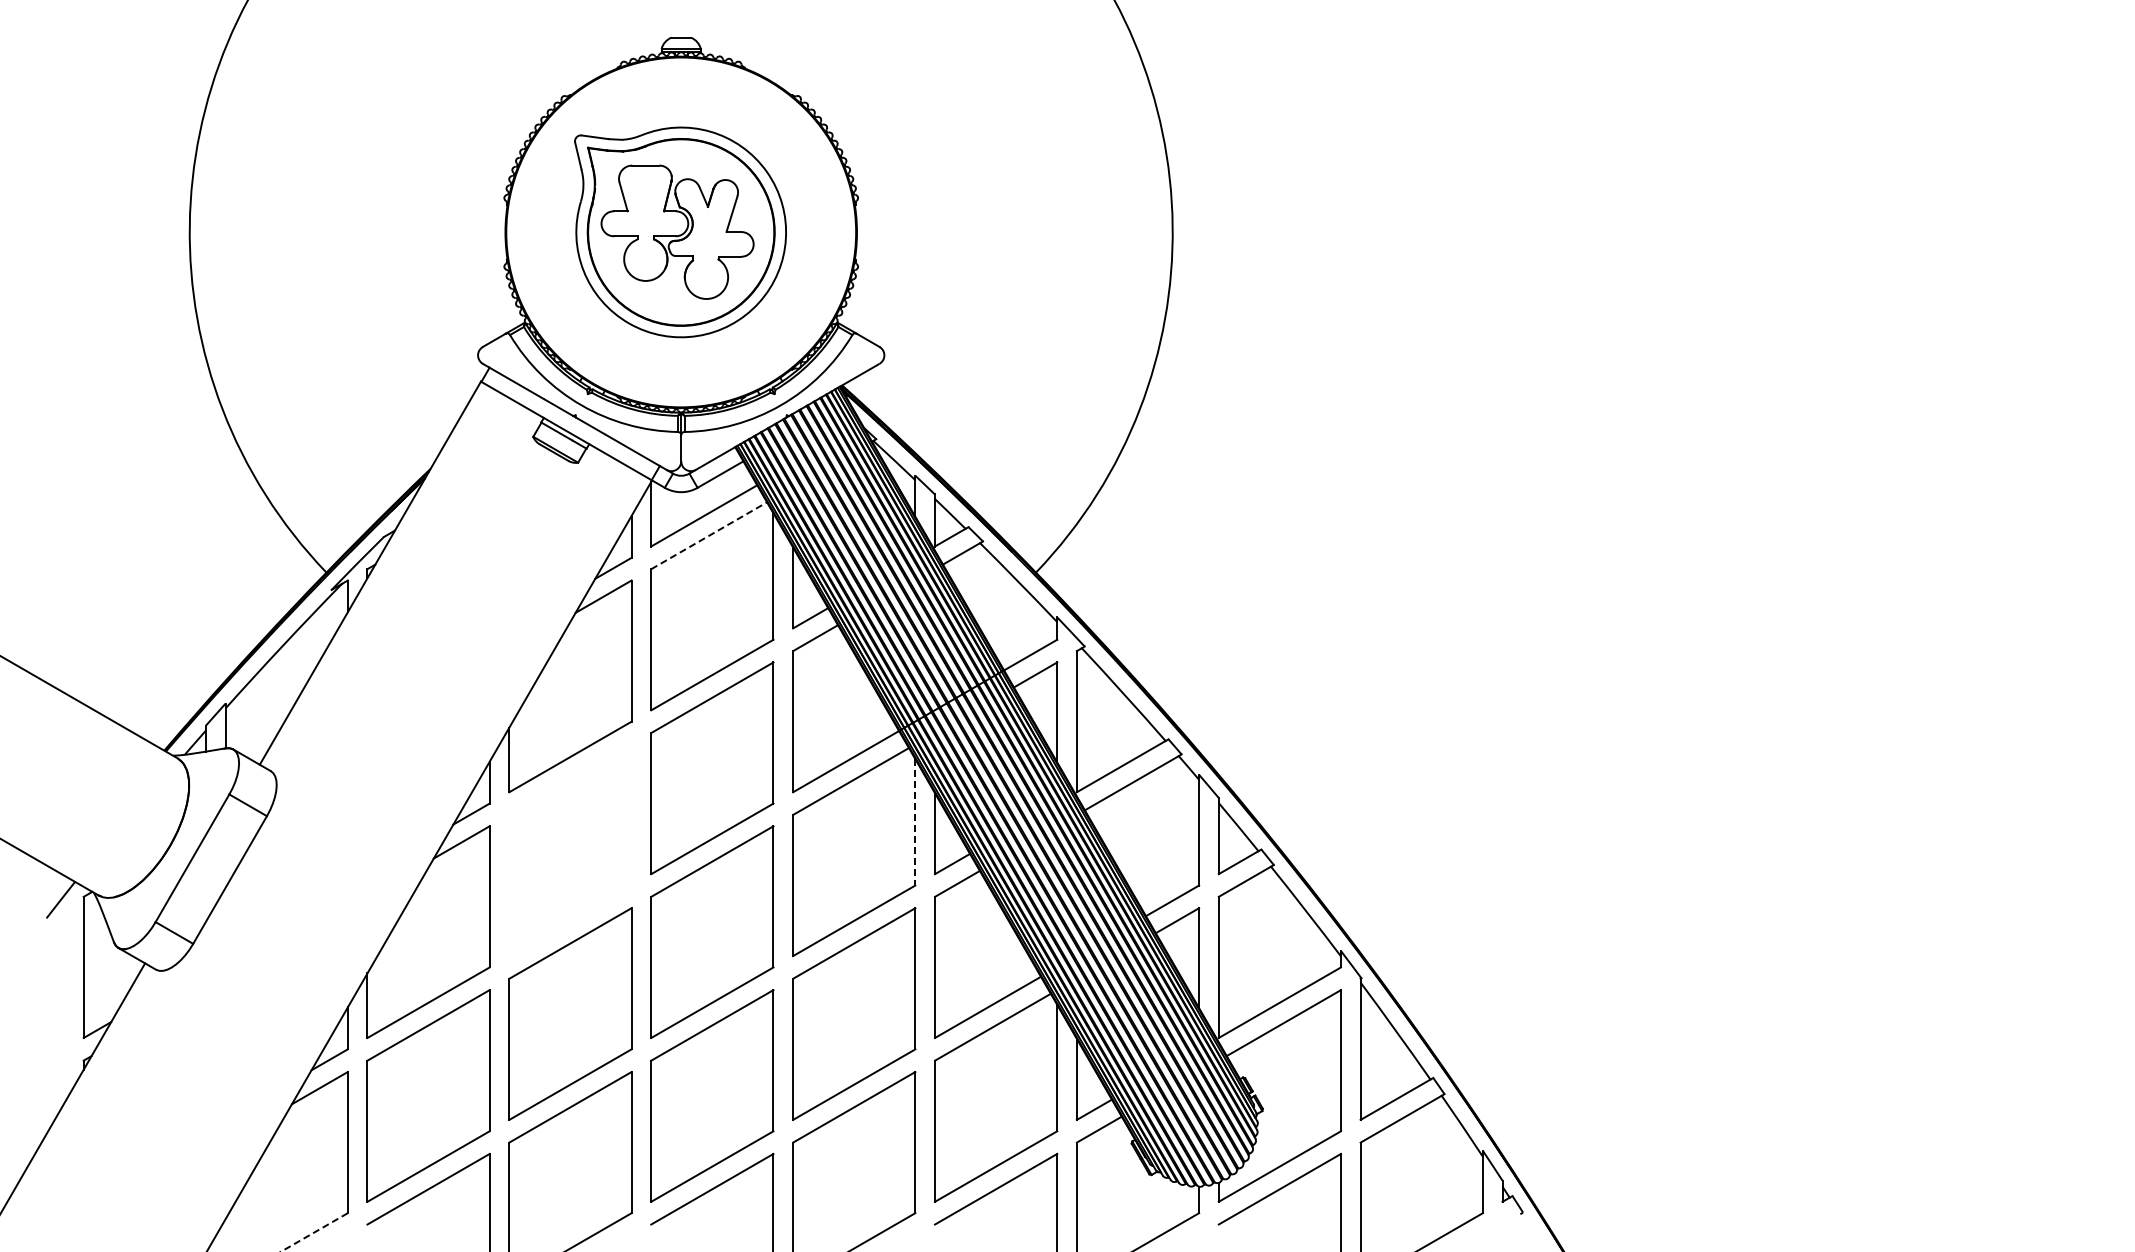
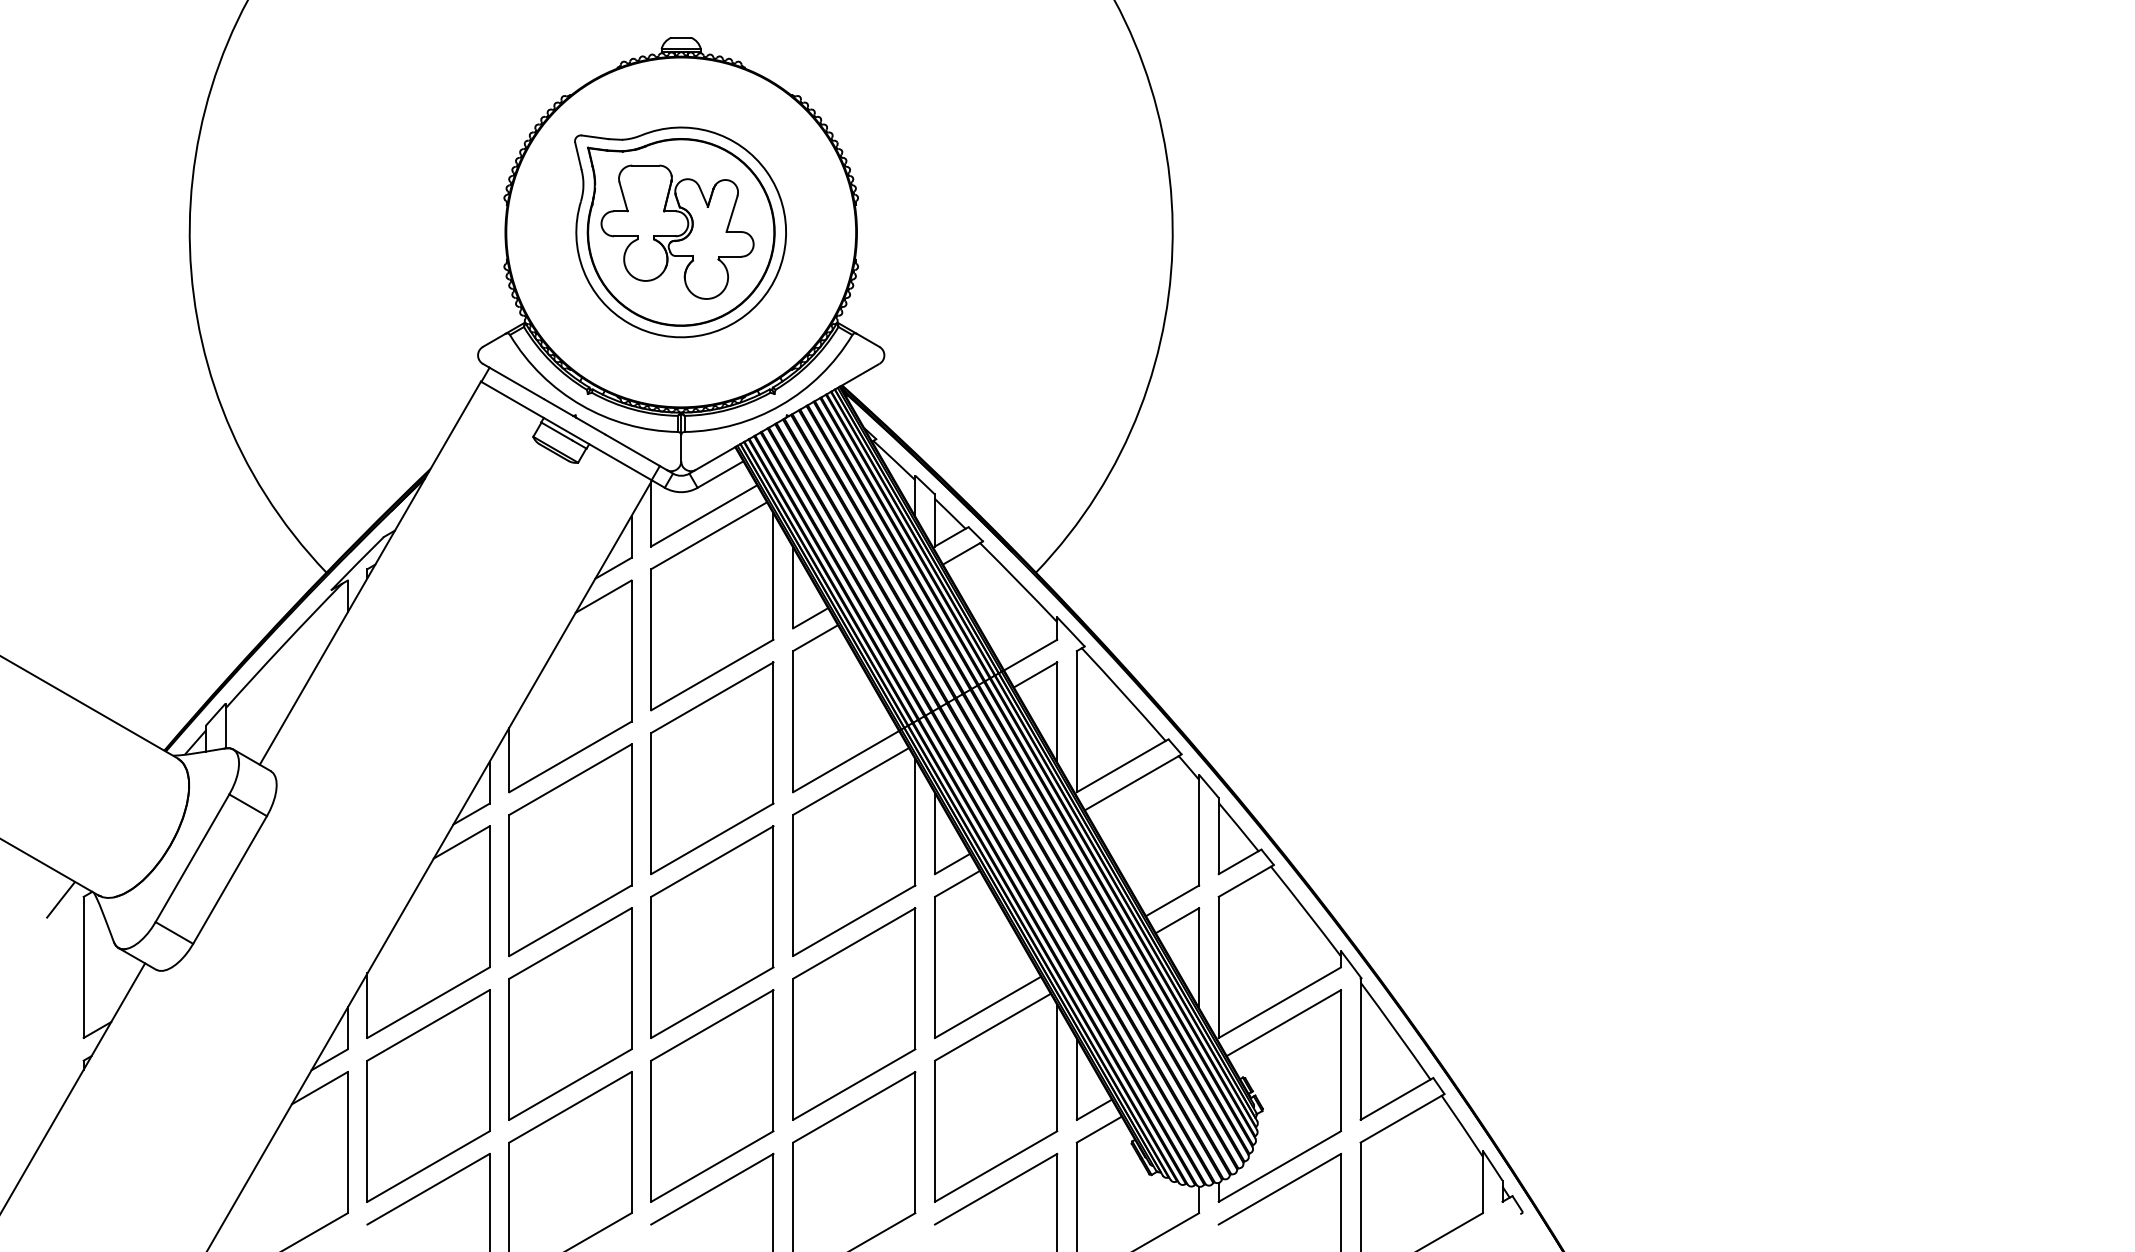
line at (709, 535): dashed -> solid
line at (915, 822): dashed -> solid
part at (570, 850): none -> present
line at (314, 1232): dashed -> solid
